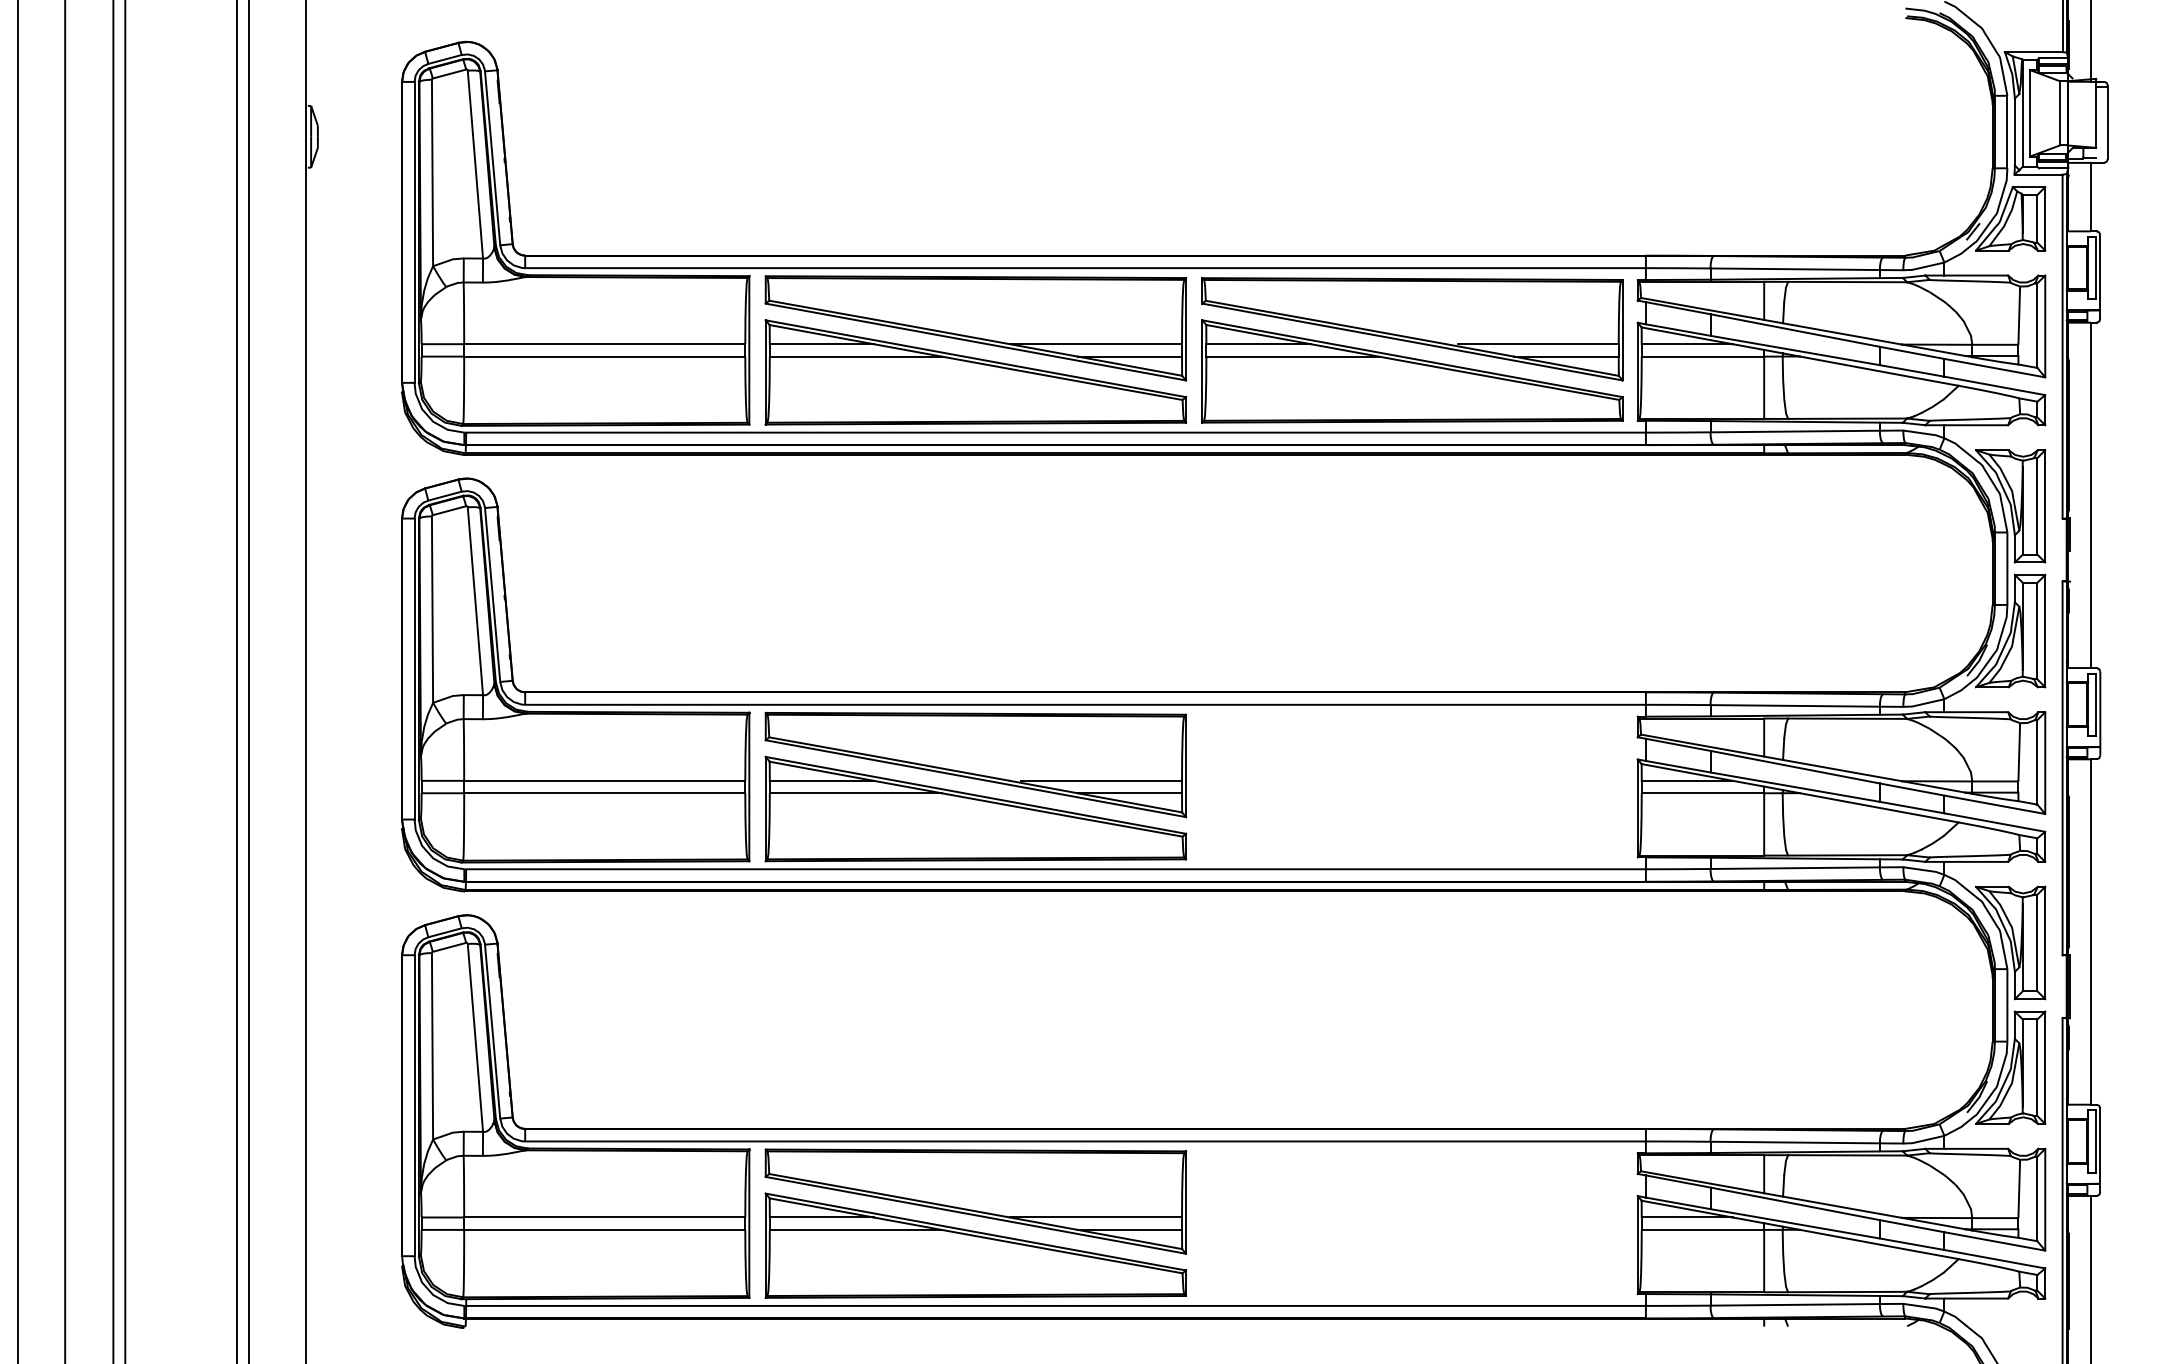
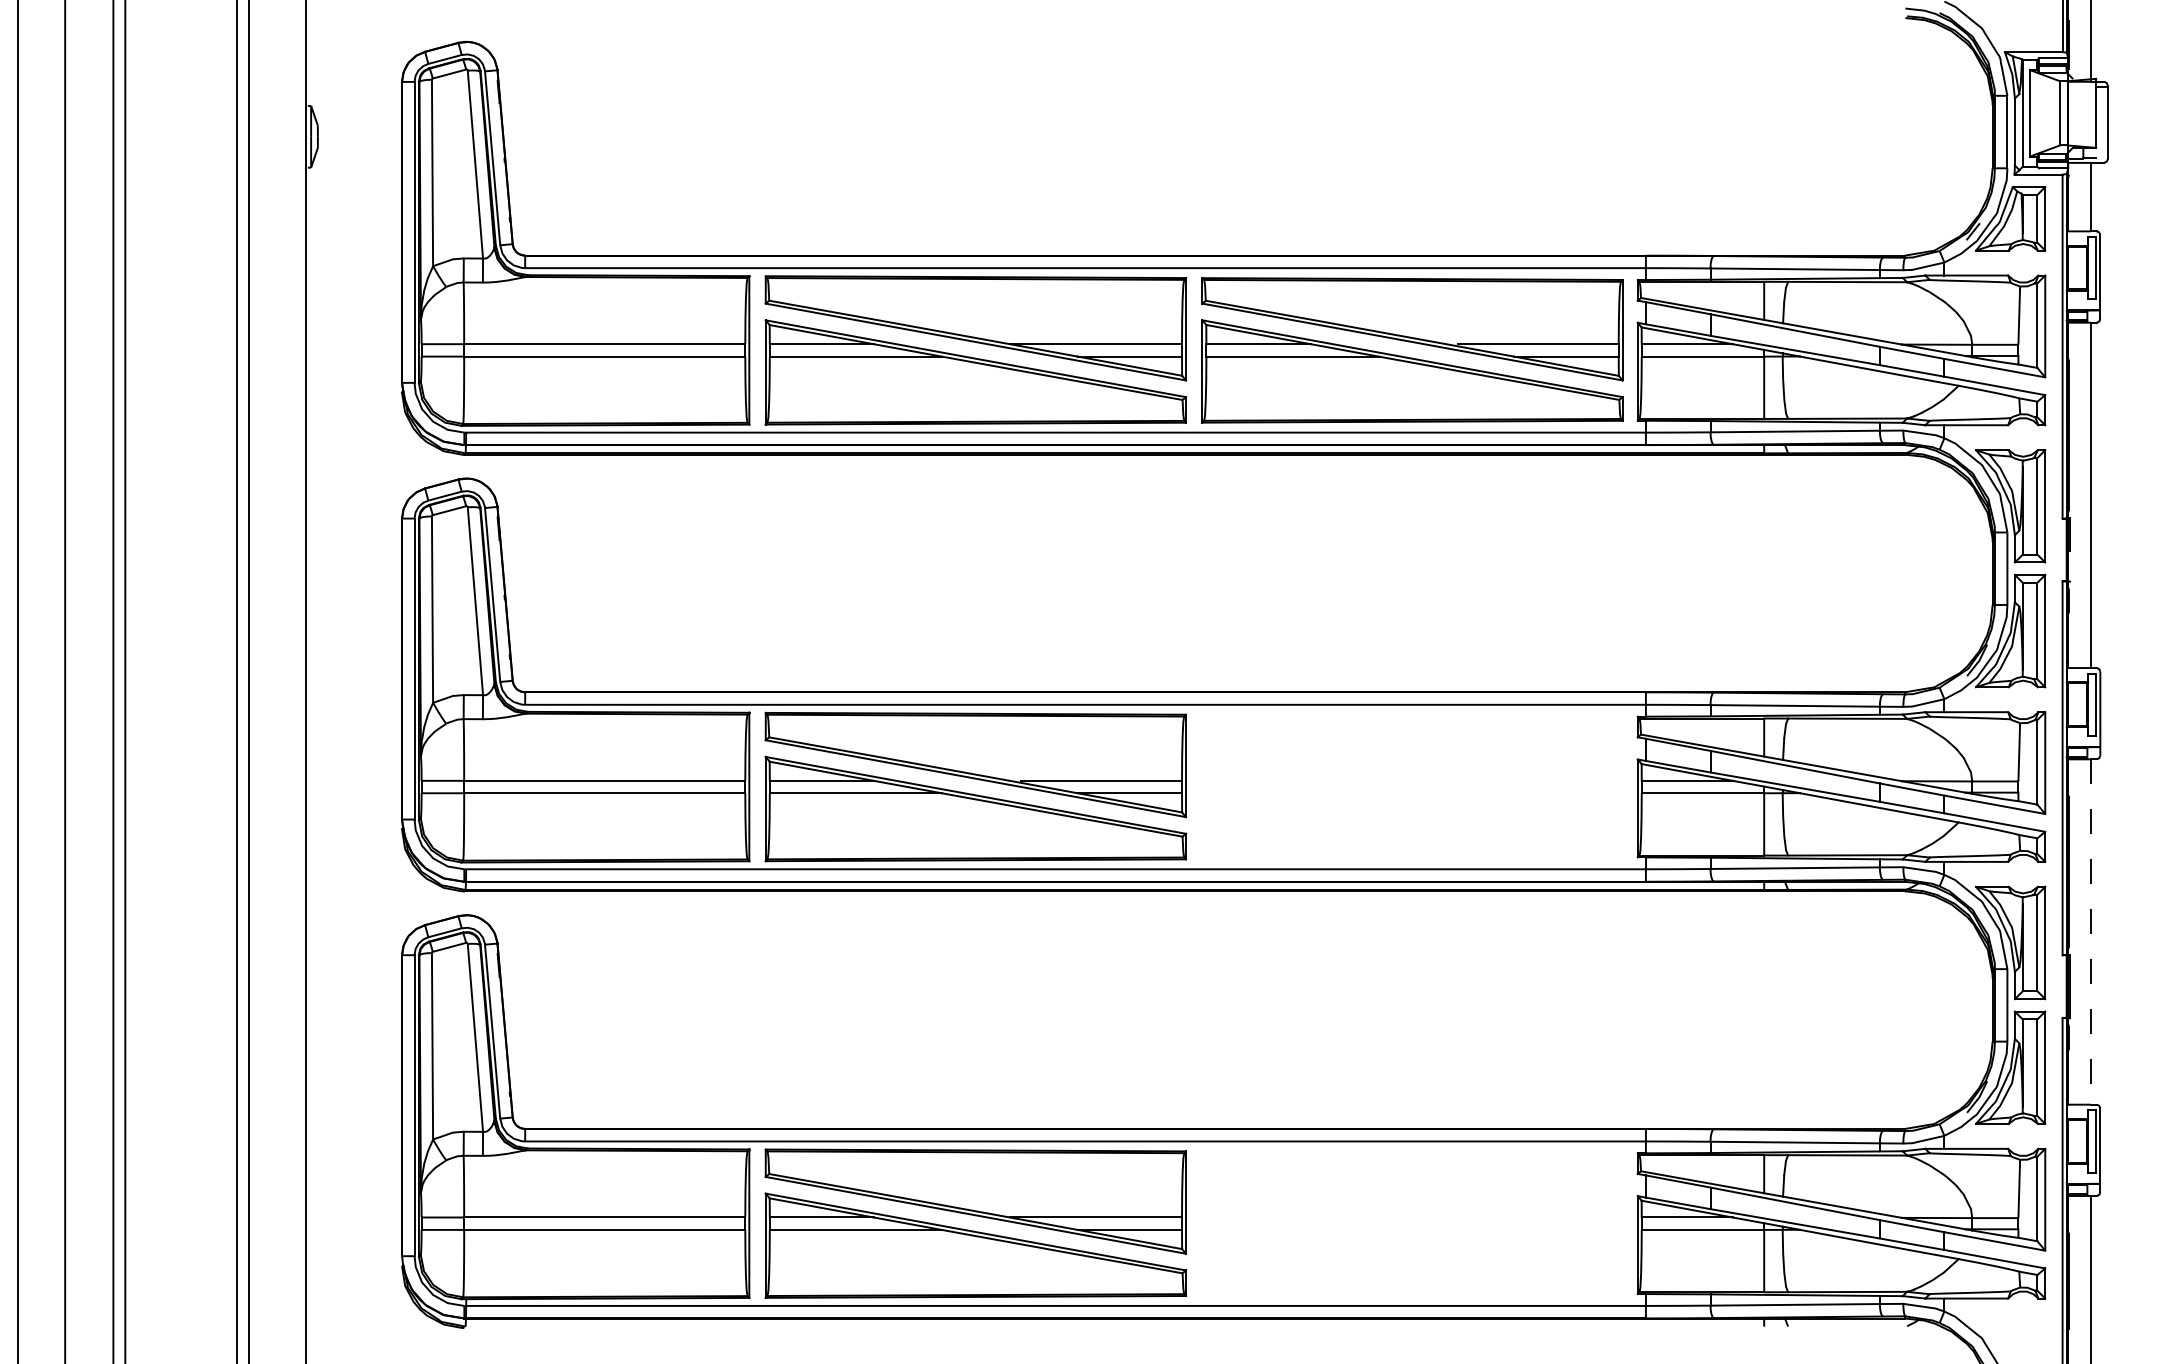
line at (2090, 932): solid -> dashed
